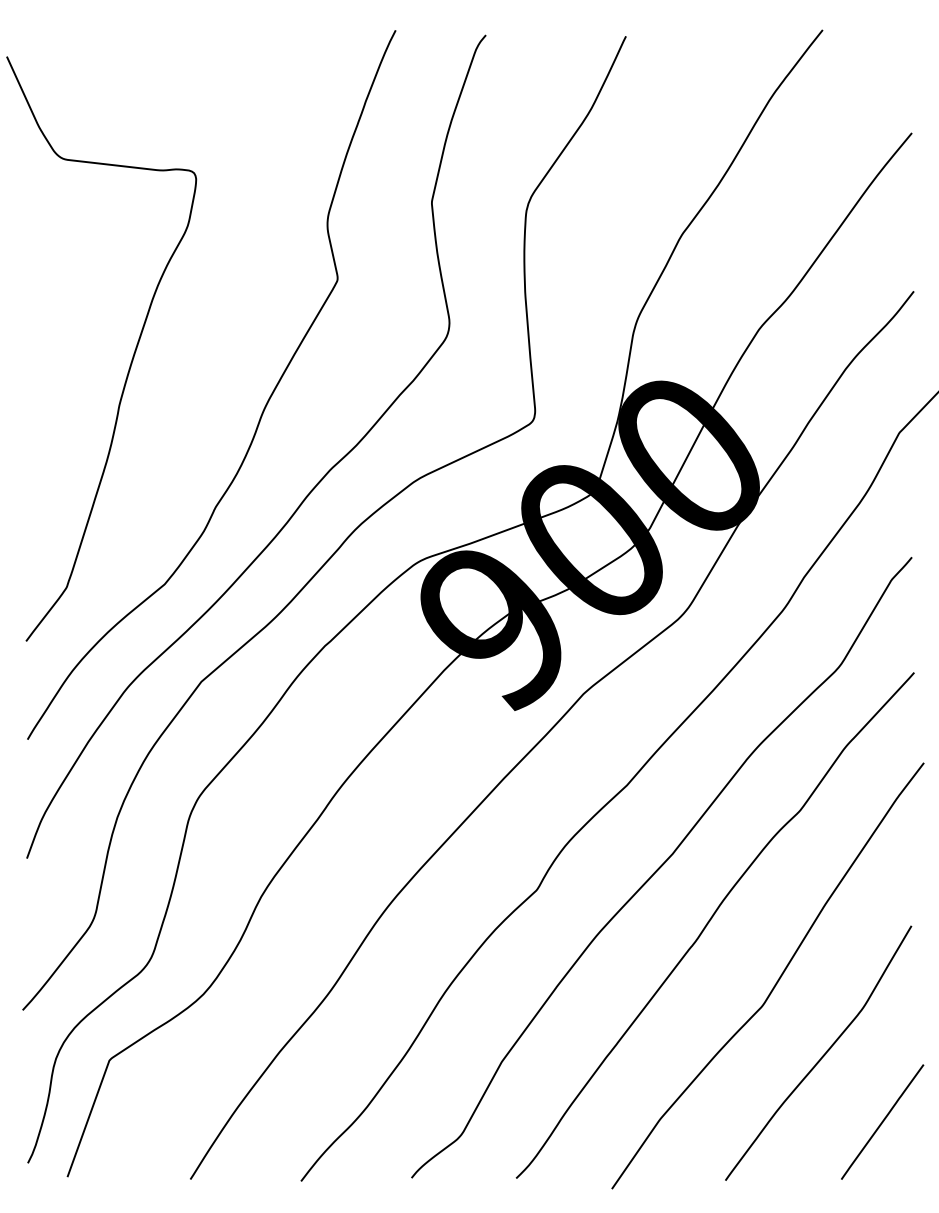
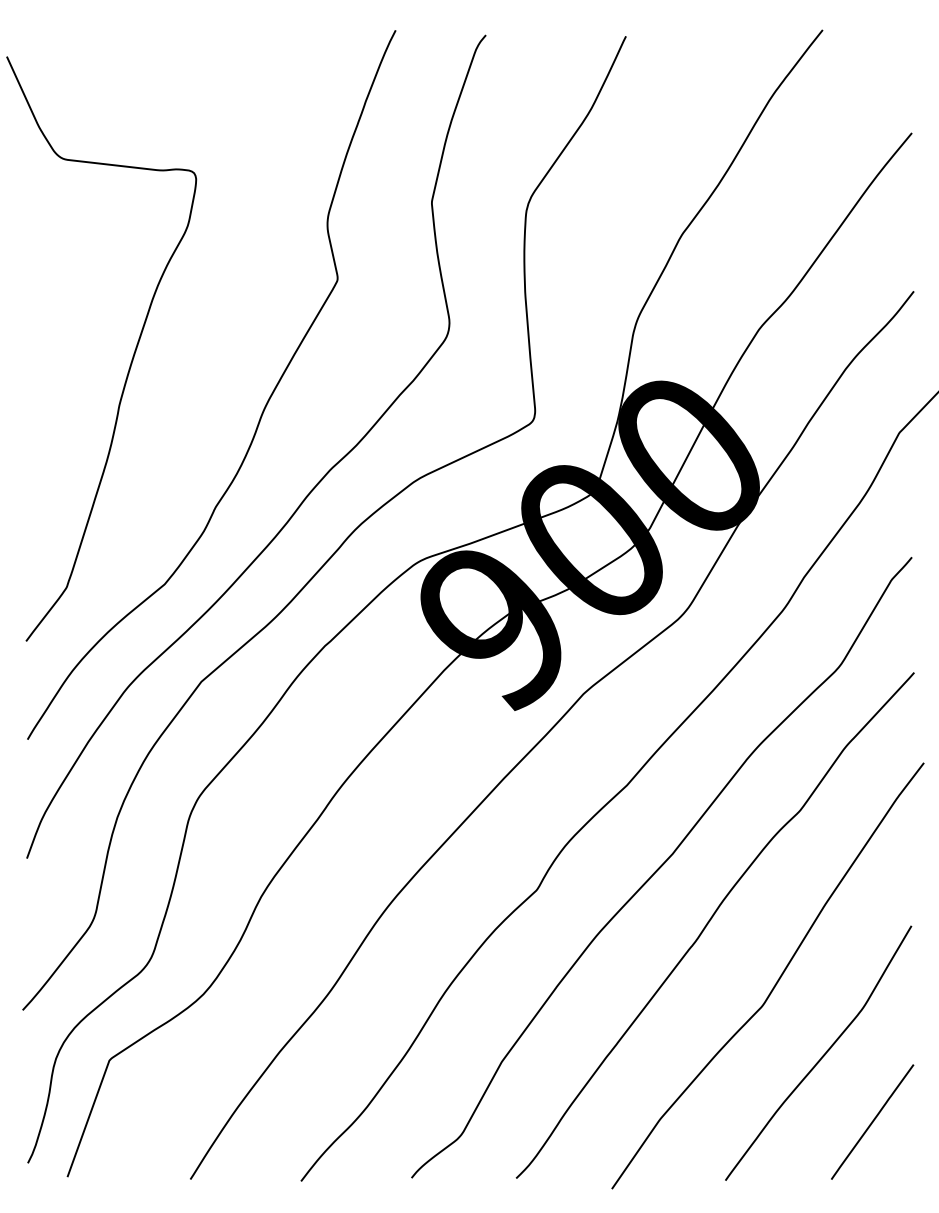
line at (882, 1121) position: (882, 1121) -> (872, 1121)
